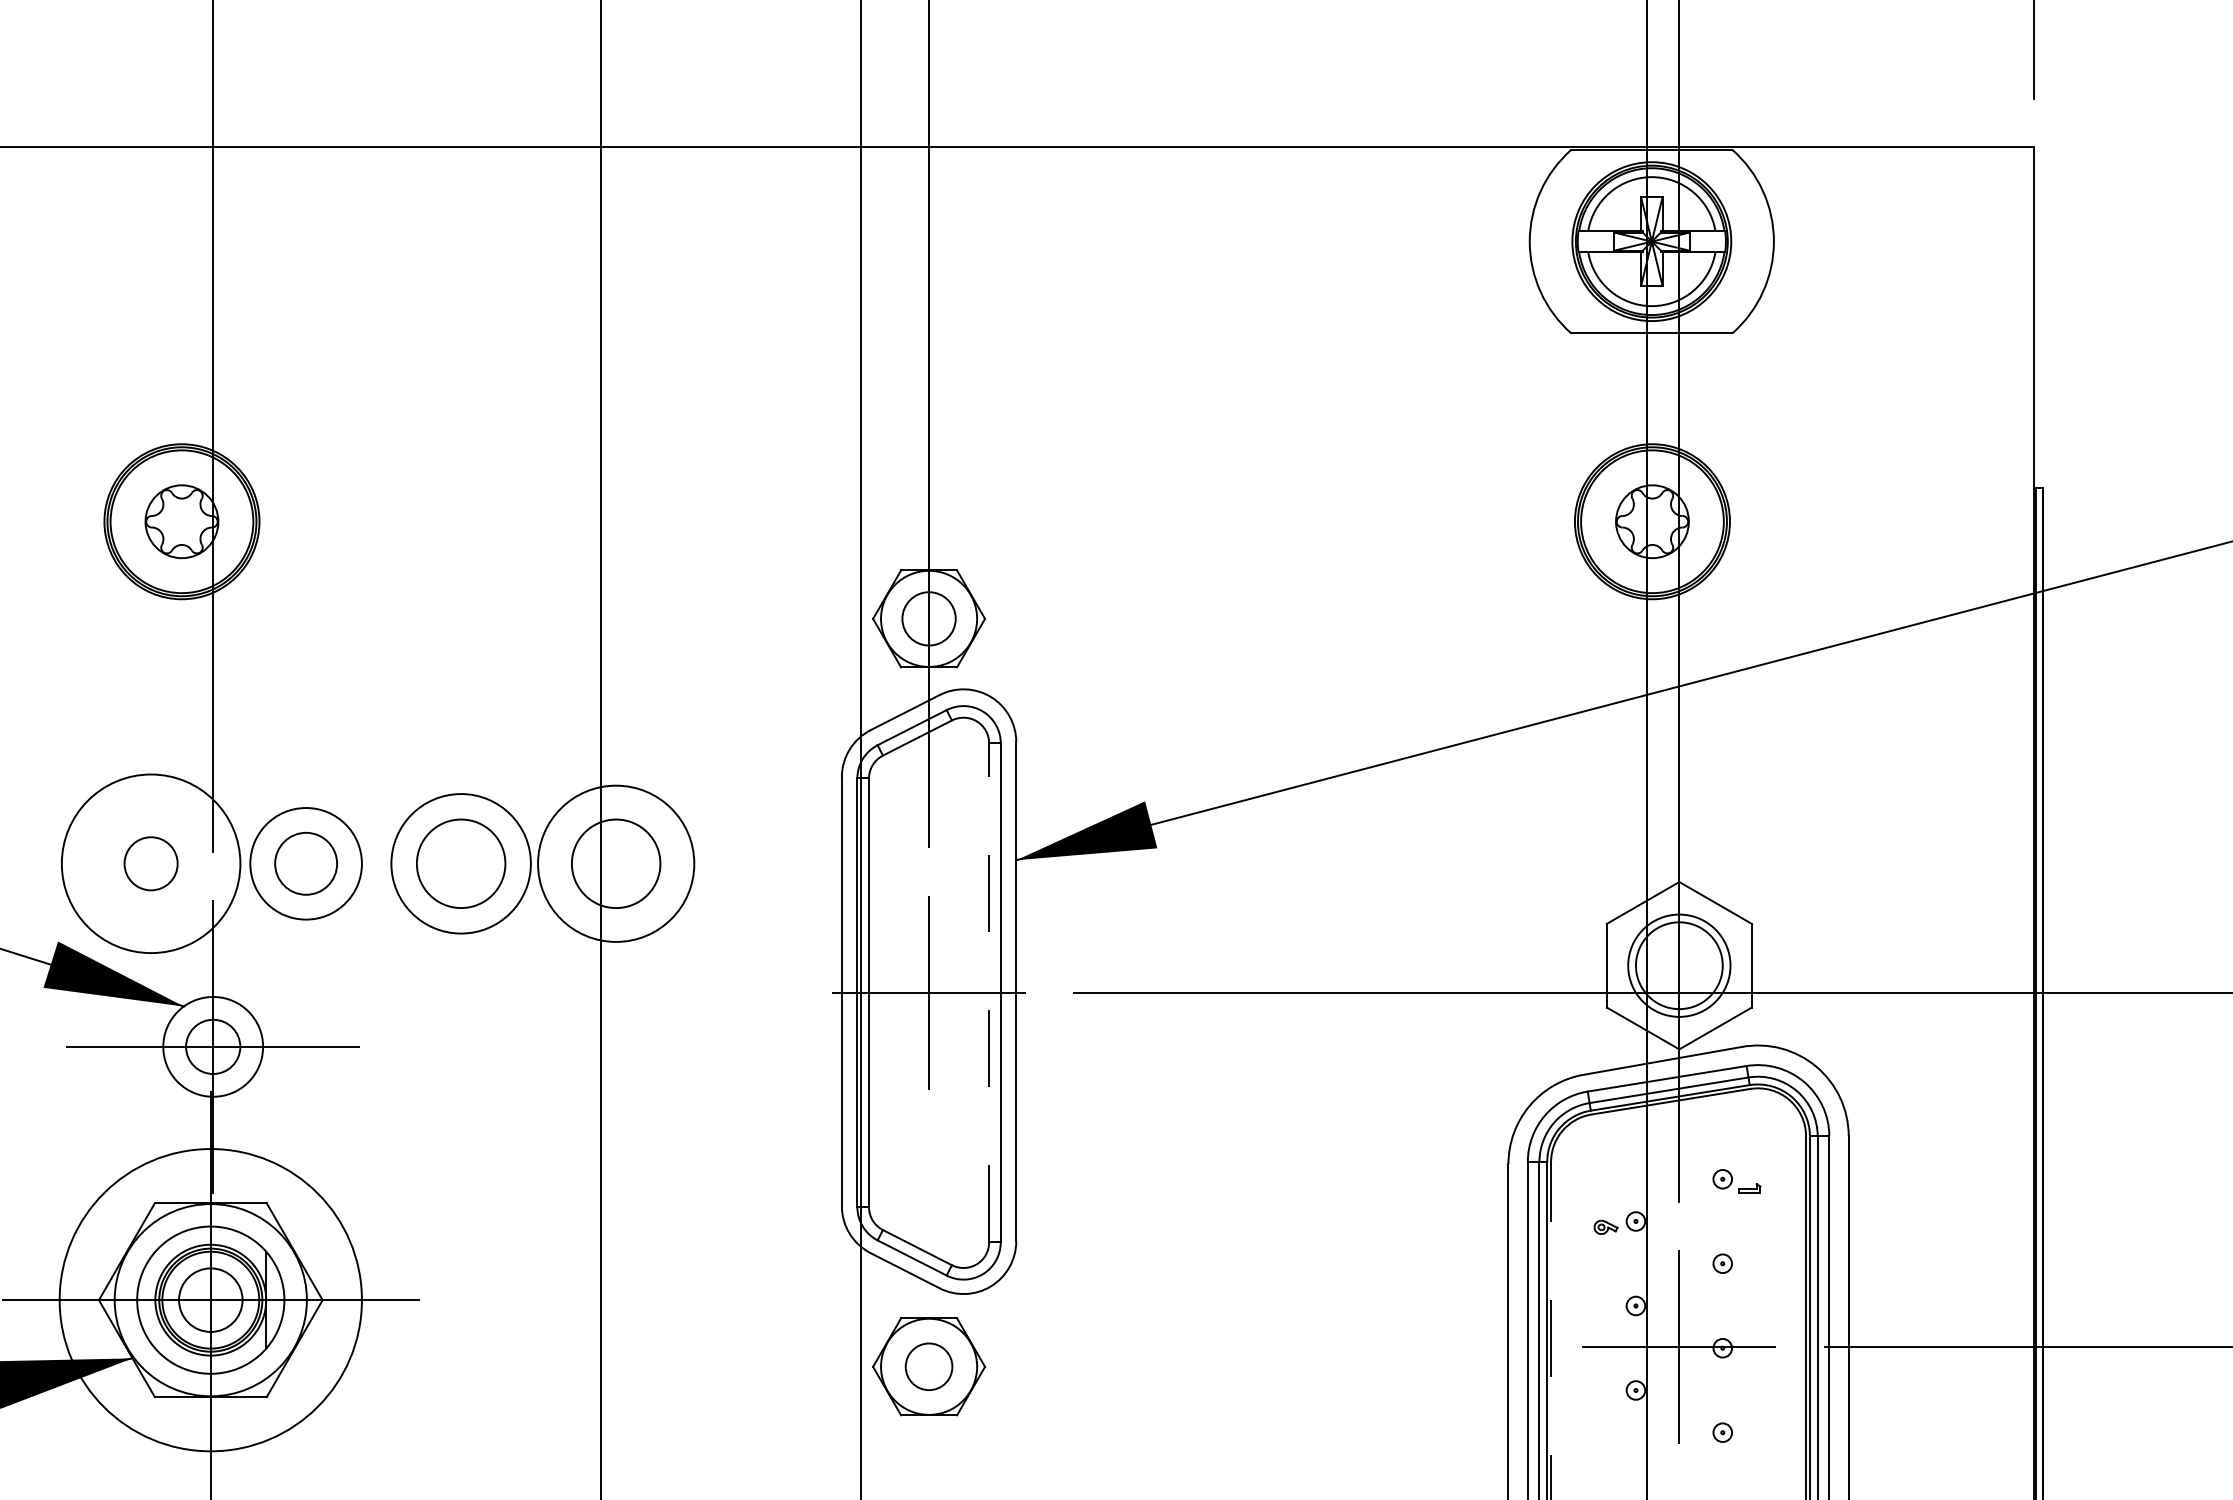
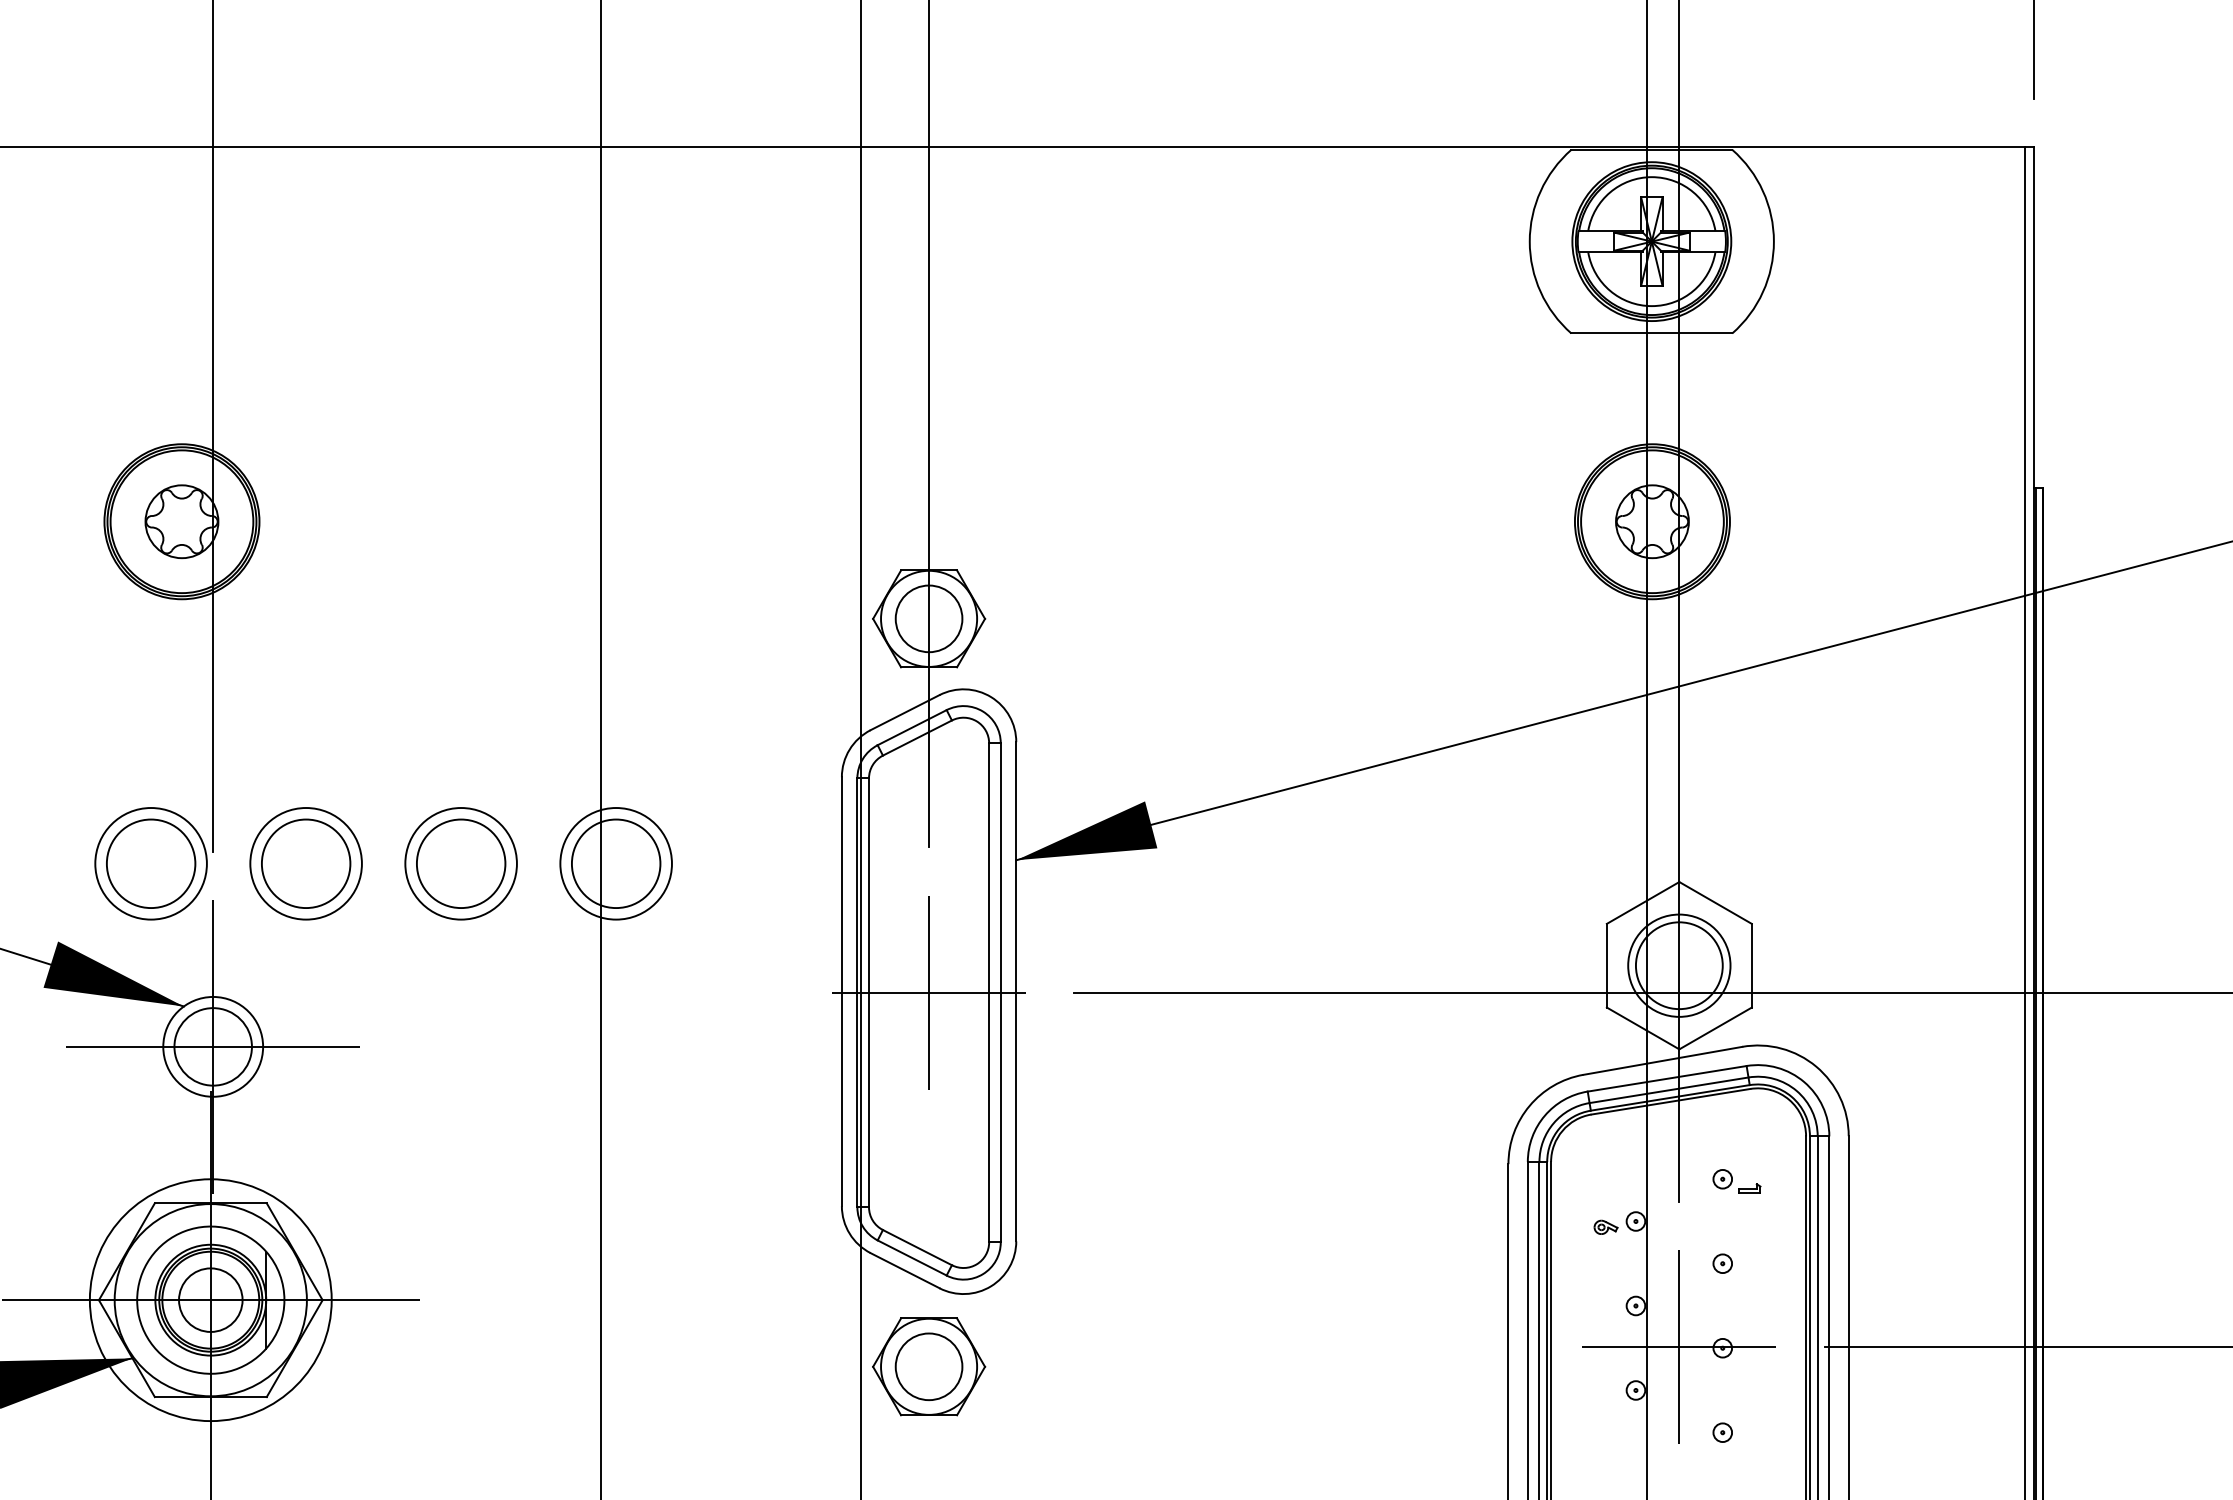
circle at (928, 618) diameter: 53 px -> 67 px
line at (2024, 821): none -> present
circle at (150, 863) diameter: 179 px -> 112 px
circle at (150, 863) diameter: 53 px -> 89 px
circle at (306, 863) diameter: 62 px -> 89 px
circle at (460, 863) diameter: 140 px -> 112 px
circle at (616, 863) diameter: 156 px -> 112 px
line at (989, 992): dashed -> solid
circle at (213, 1046) diameter: 54 px -> 78 px
circle at (210, 1300) diameter: 302 px -> 242 px
line at (1551, 1330): dashed -> solid
circle at (928, 1366) diameter: 47 px -> 67 px
